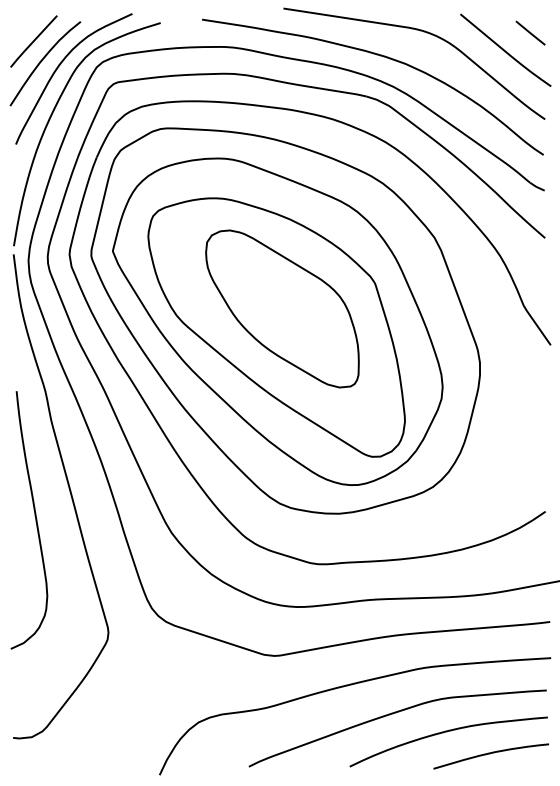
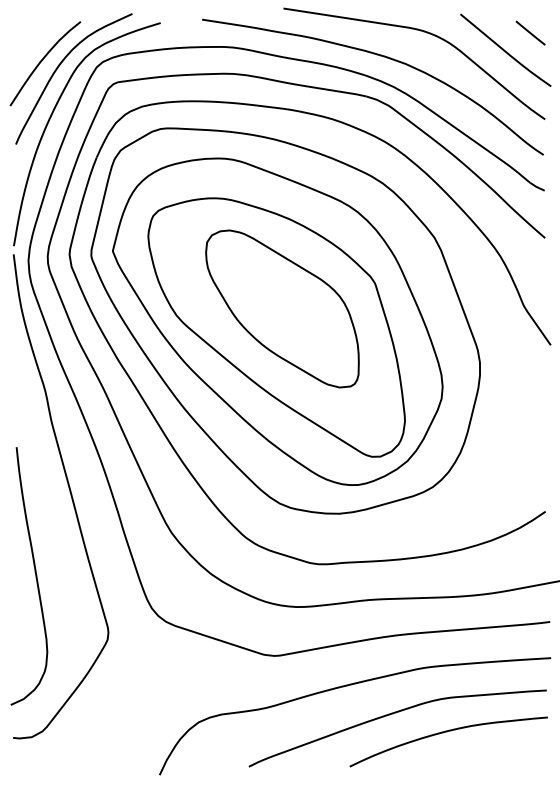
line at (33, 41): present -> none
curve at (35, 520) position: (35, 520) -> (35, 576)
curve at (490, 754): present -> none
